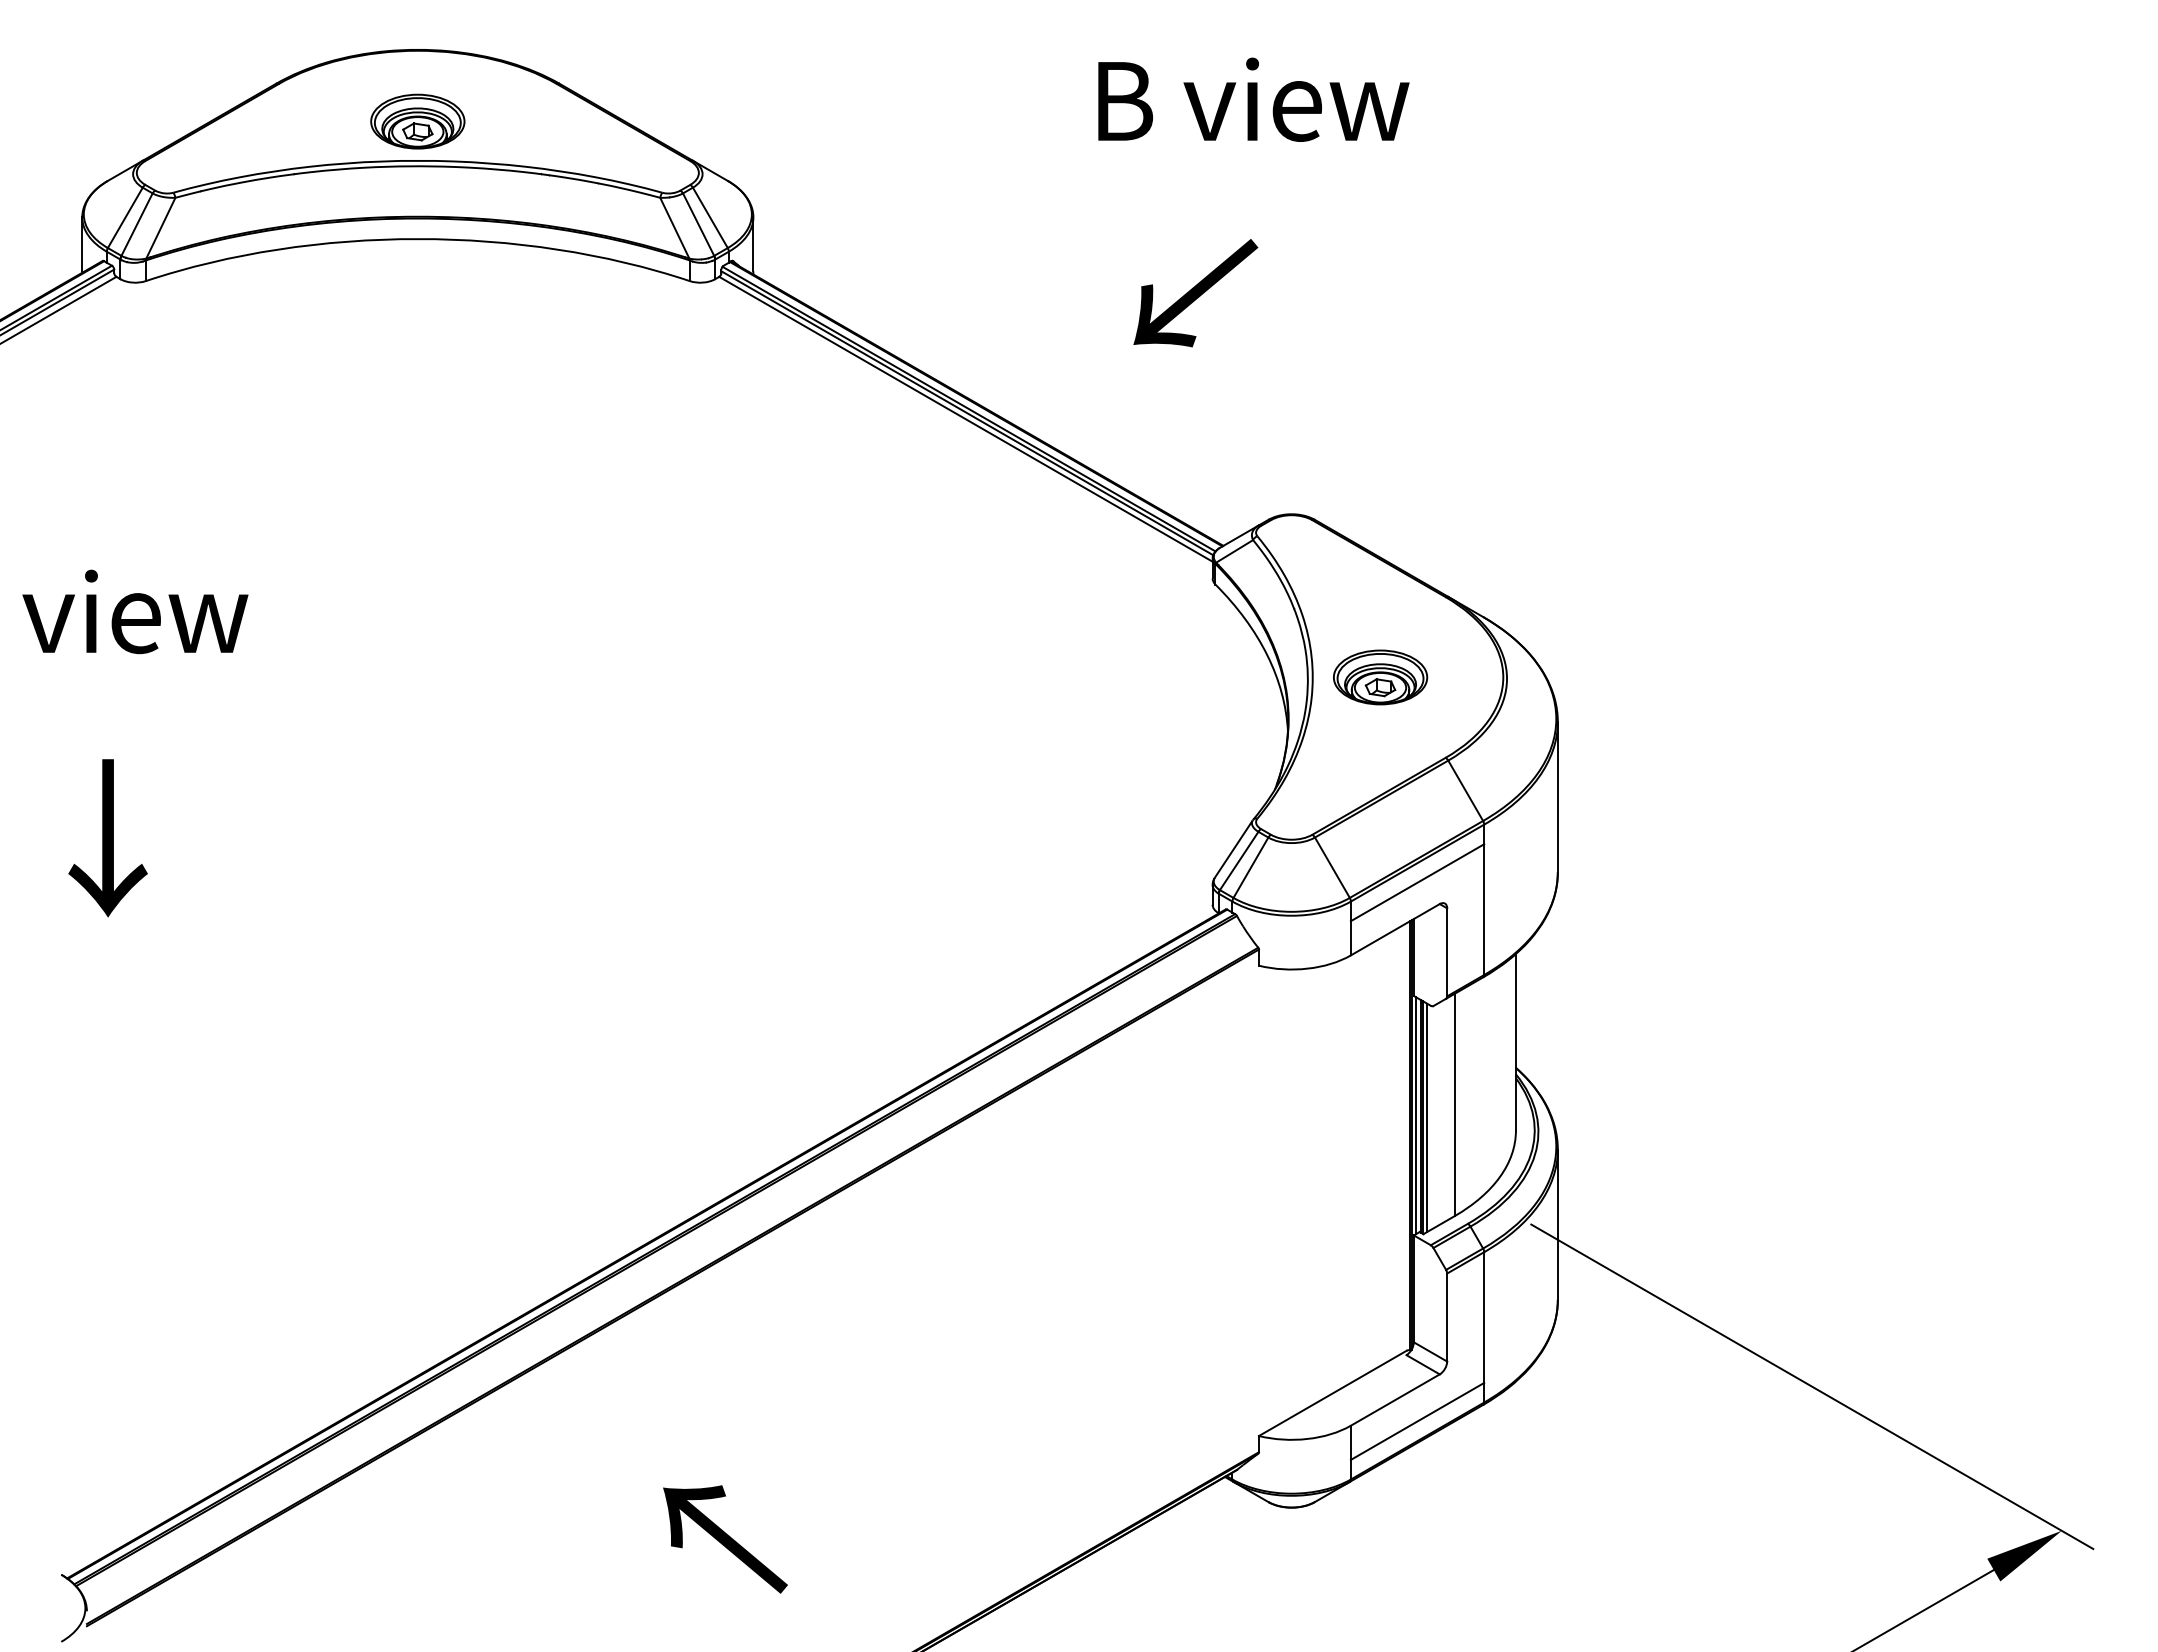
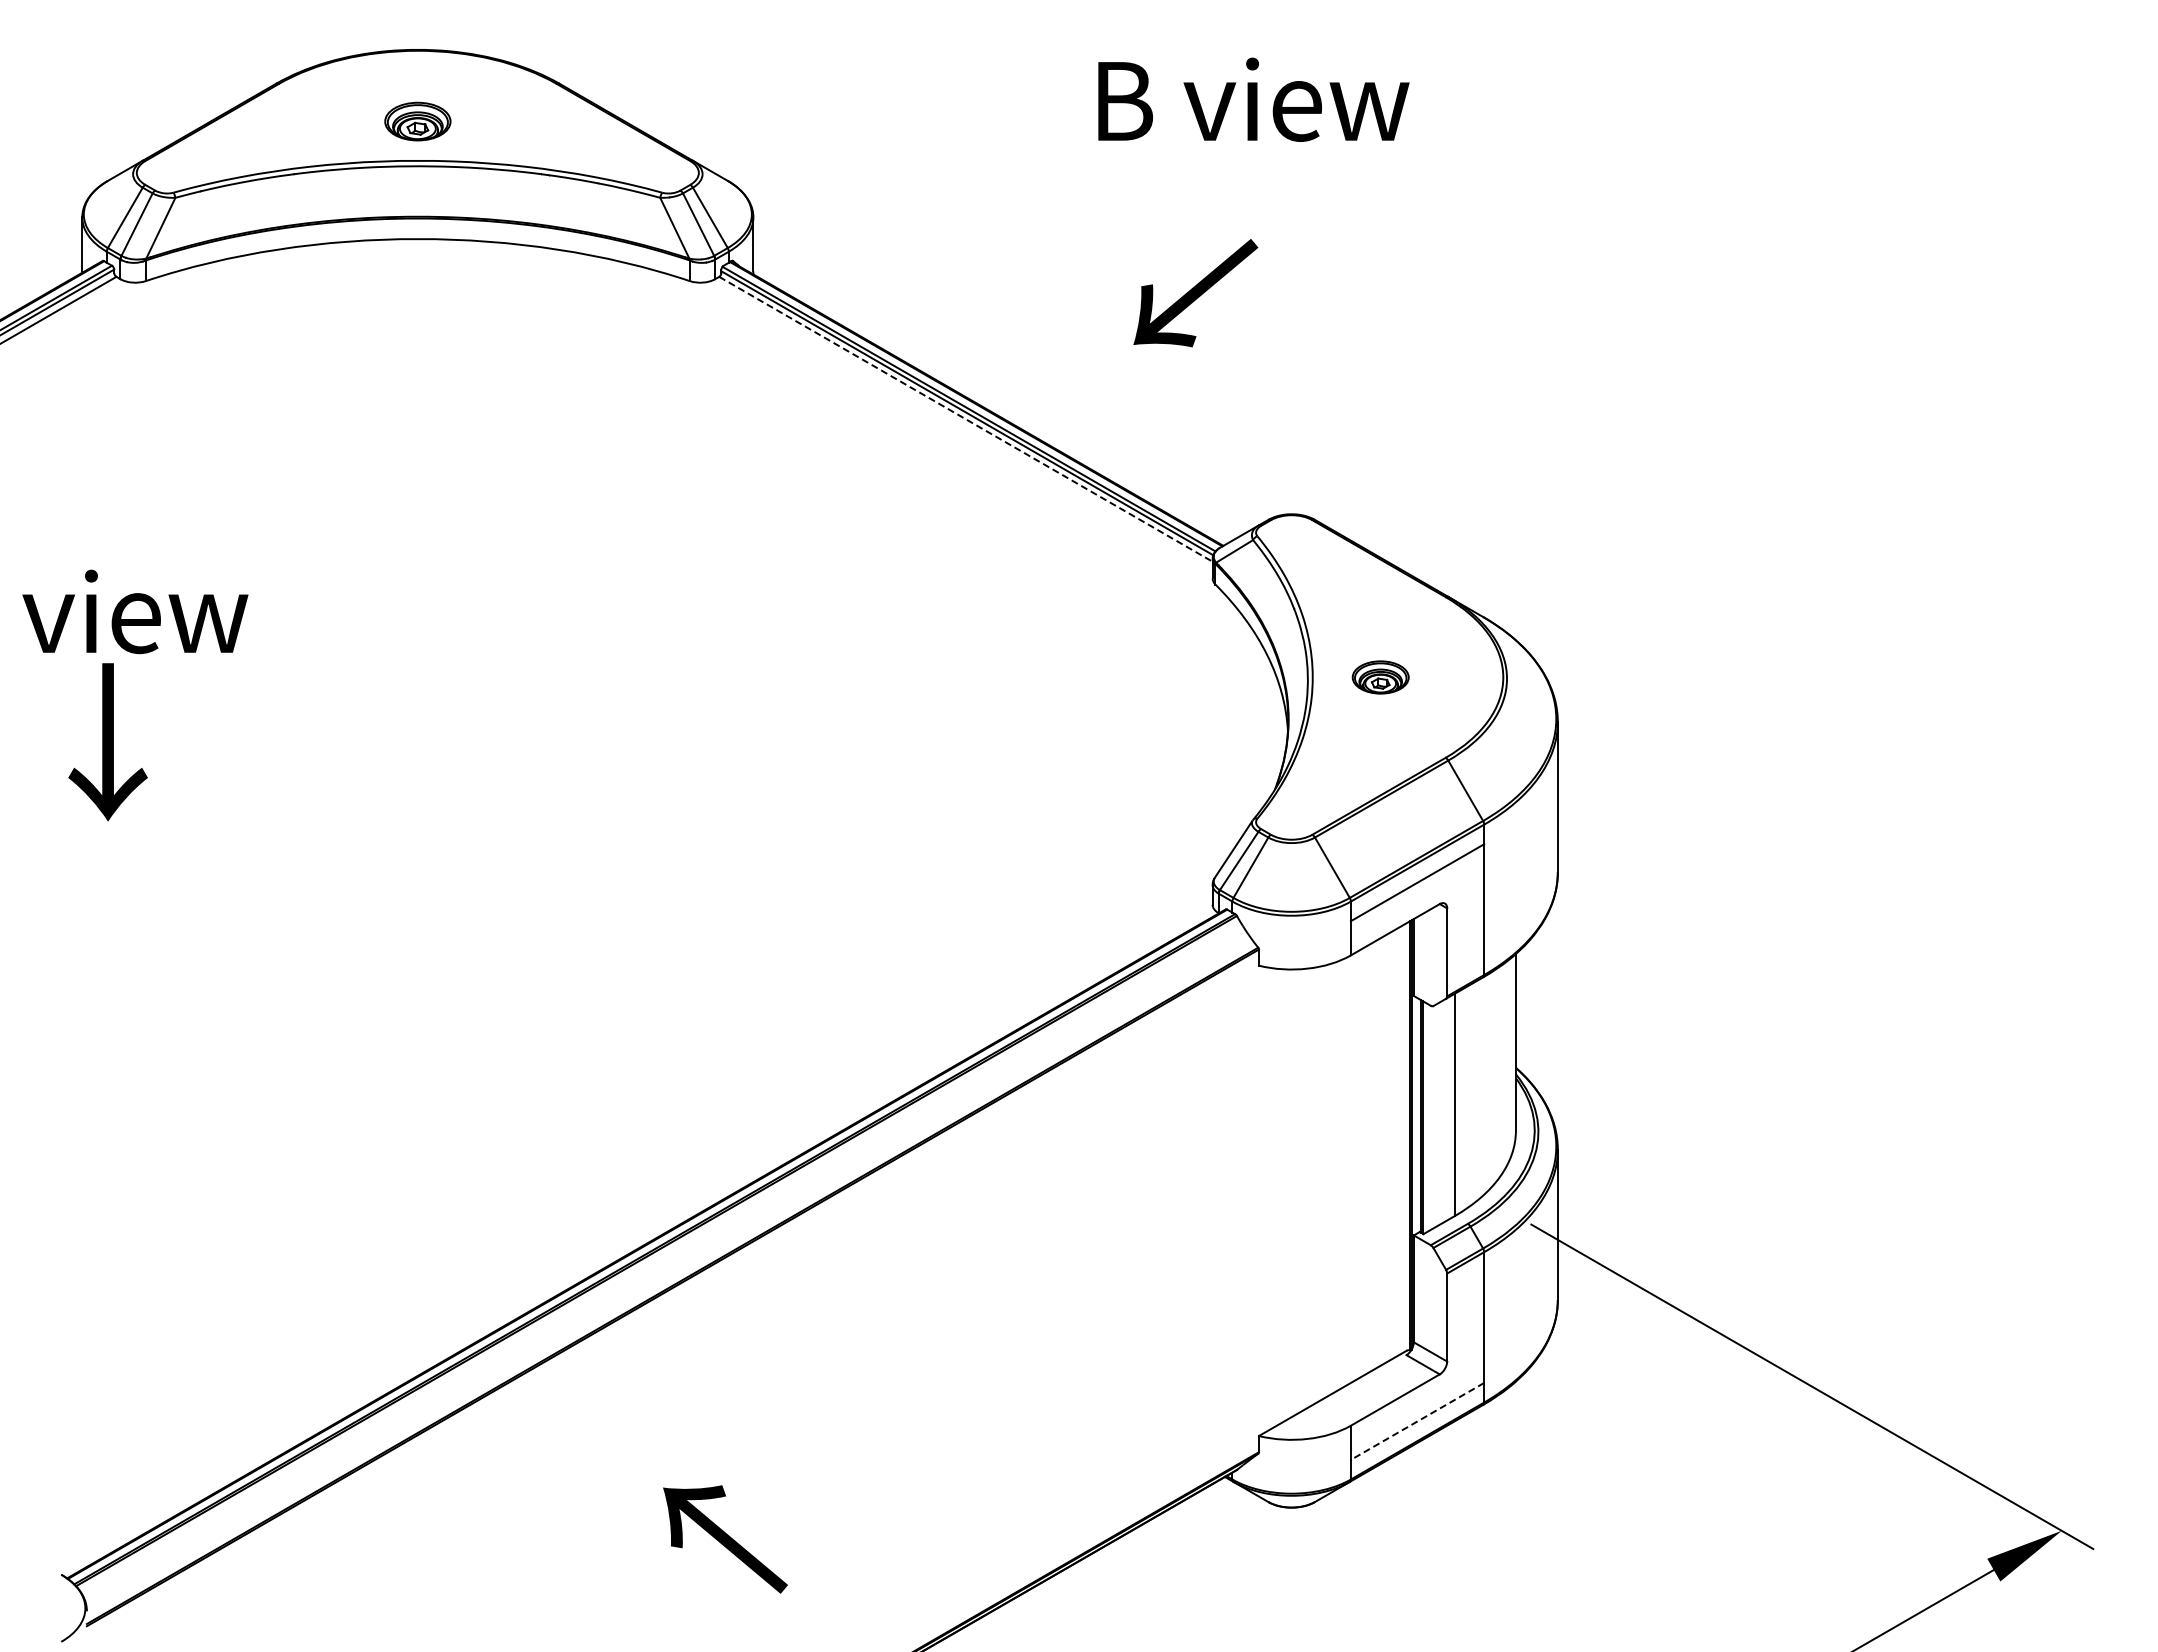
part at (417, 121) size: 96x57 px -> 68x41 px
line at (965, 419): solid -> dashed
part at (1380, 677) size: 96x57 px -> 59x35 px
text at (107, 838) position: (107, 838) -> (107, 742)
line at (1416, 1115): present -> none
line at (1427, 1117): present -> none
line at (1417, 1421): solid -> dashed
